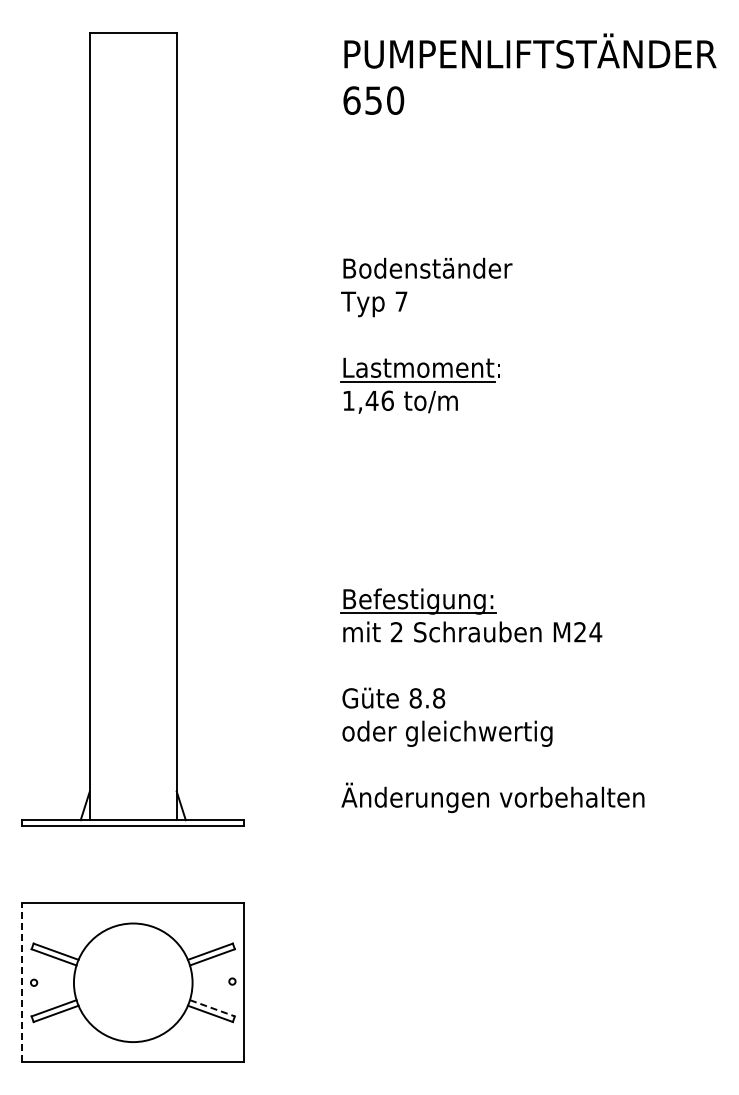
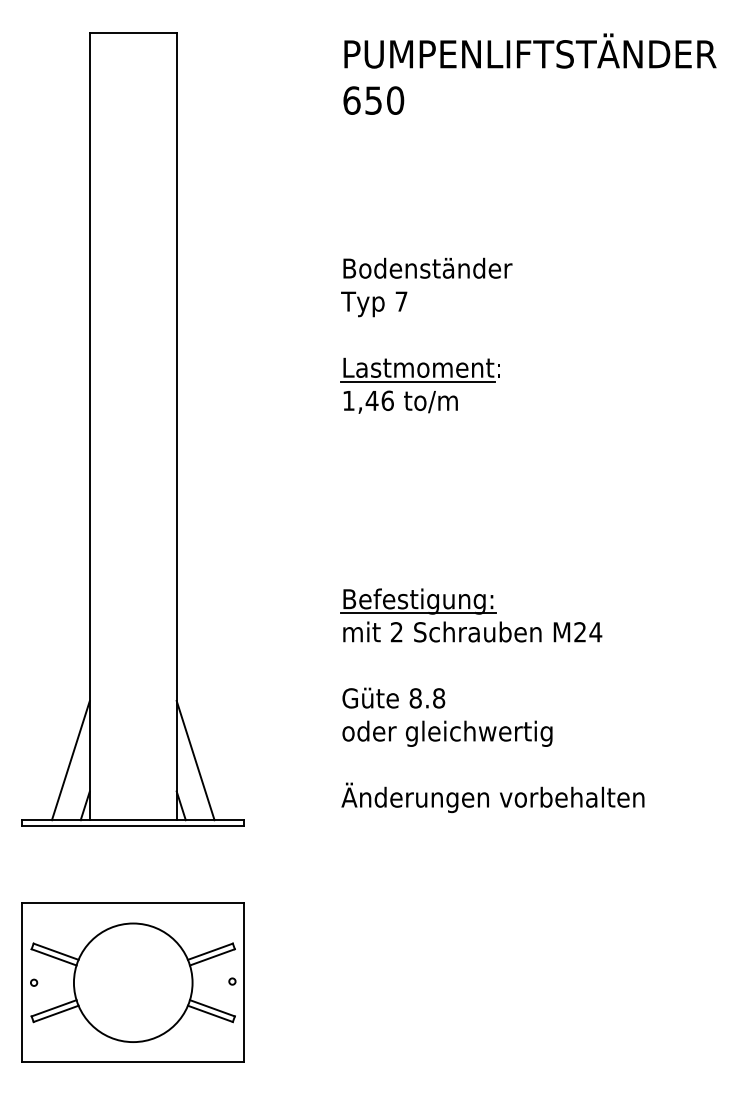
line at (70, 760): none -> present
line at (195, 760): none -> present
line at (22, 982): dashed -> solid
line at (212, 1008): dashed -> solid
